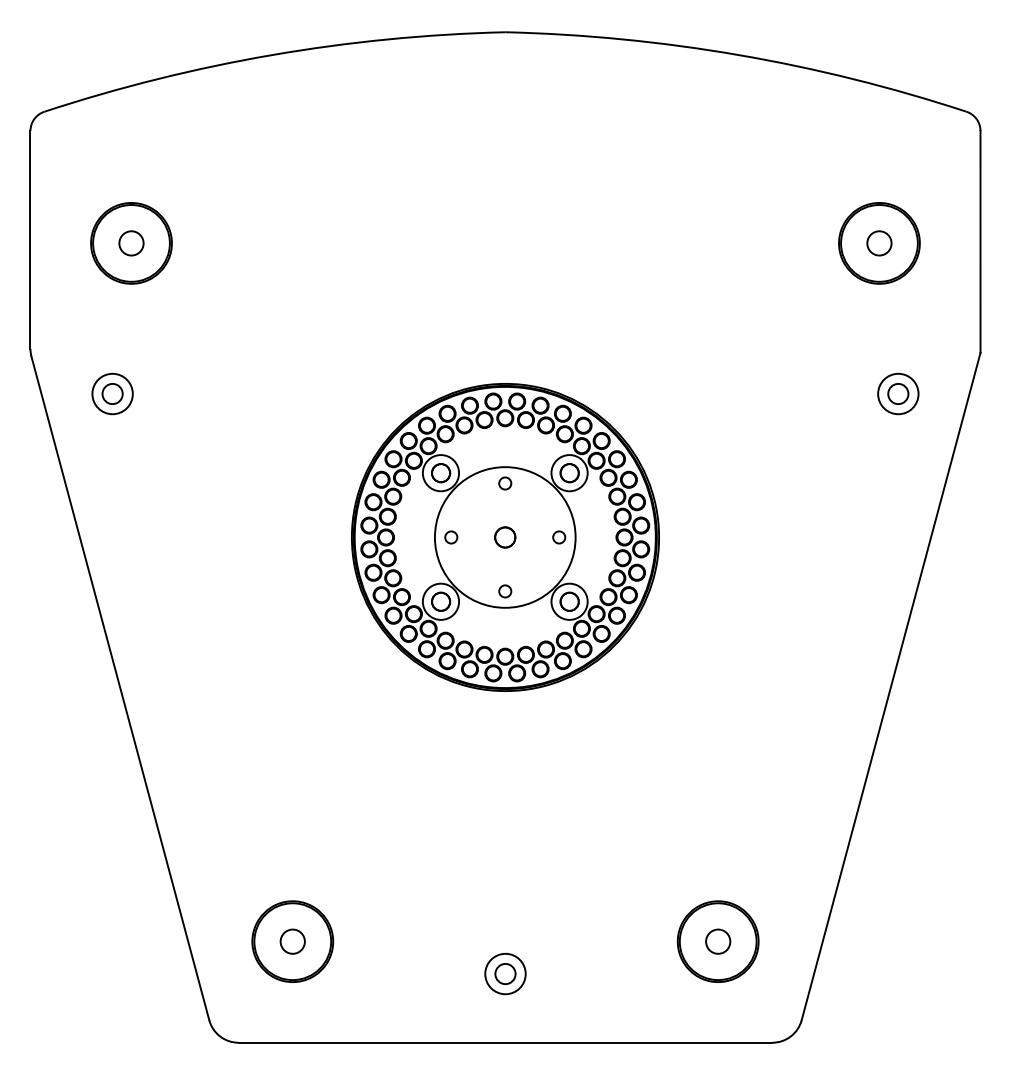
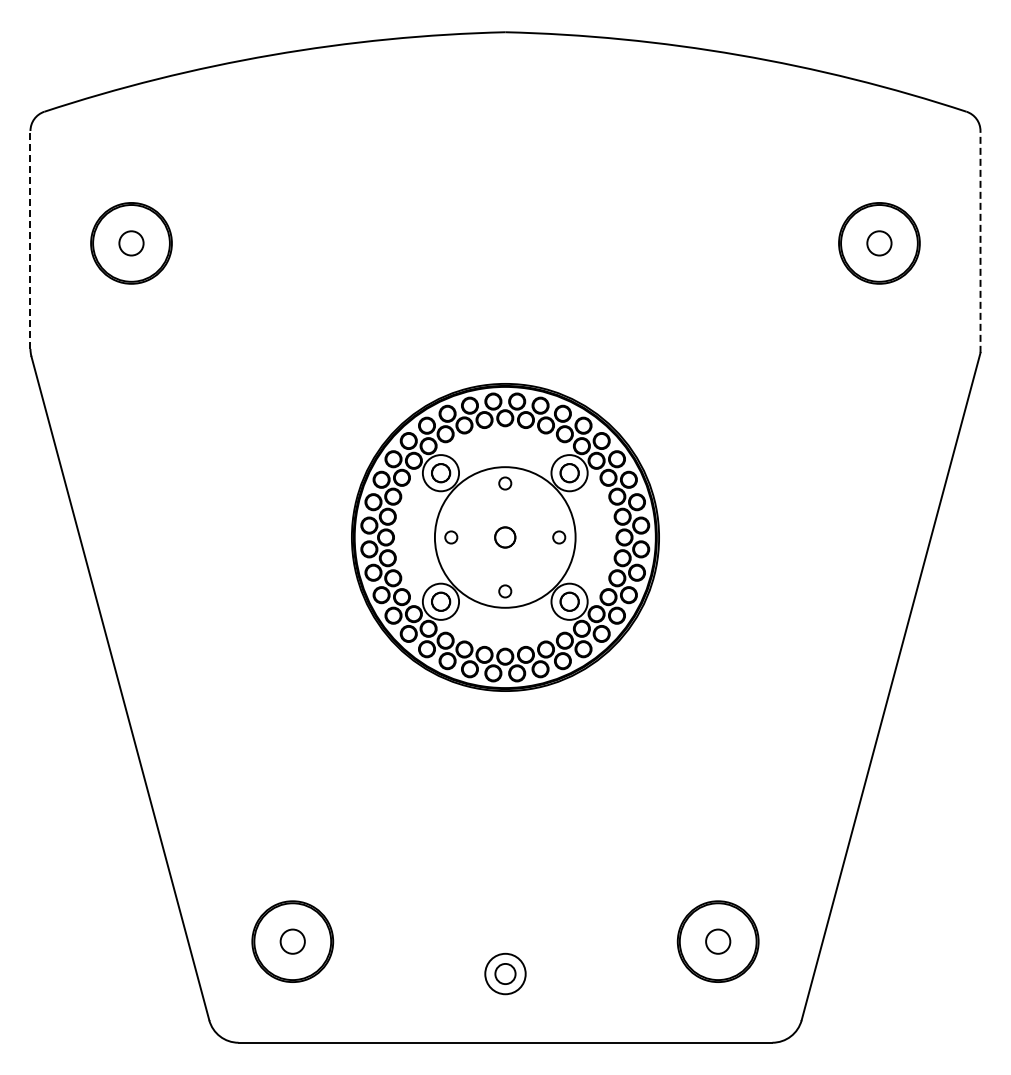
line at (30, 239): solid -> dashed
line at (980, 241): solid -> dashed
part at (112, 393): present -> none
part at (898, 393): present -> none
